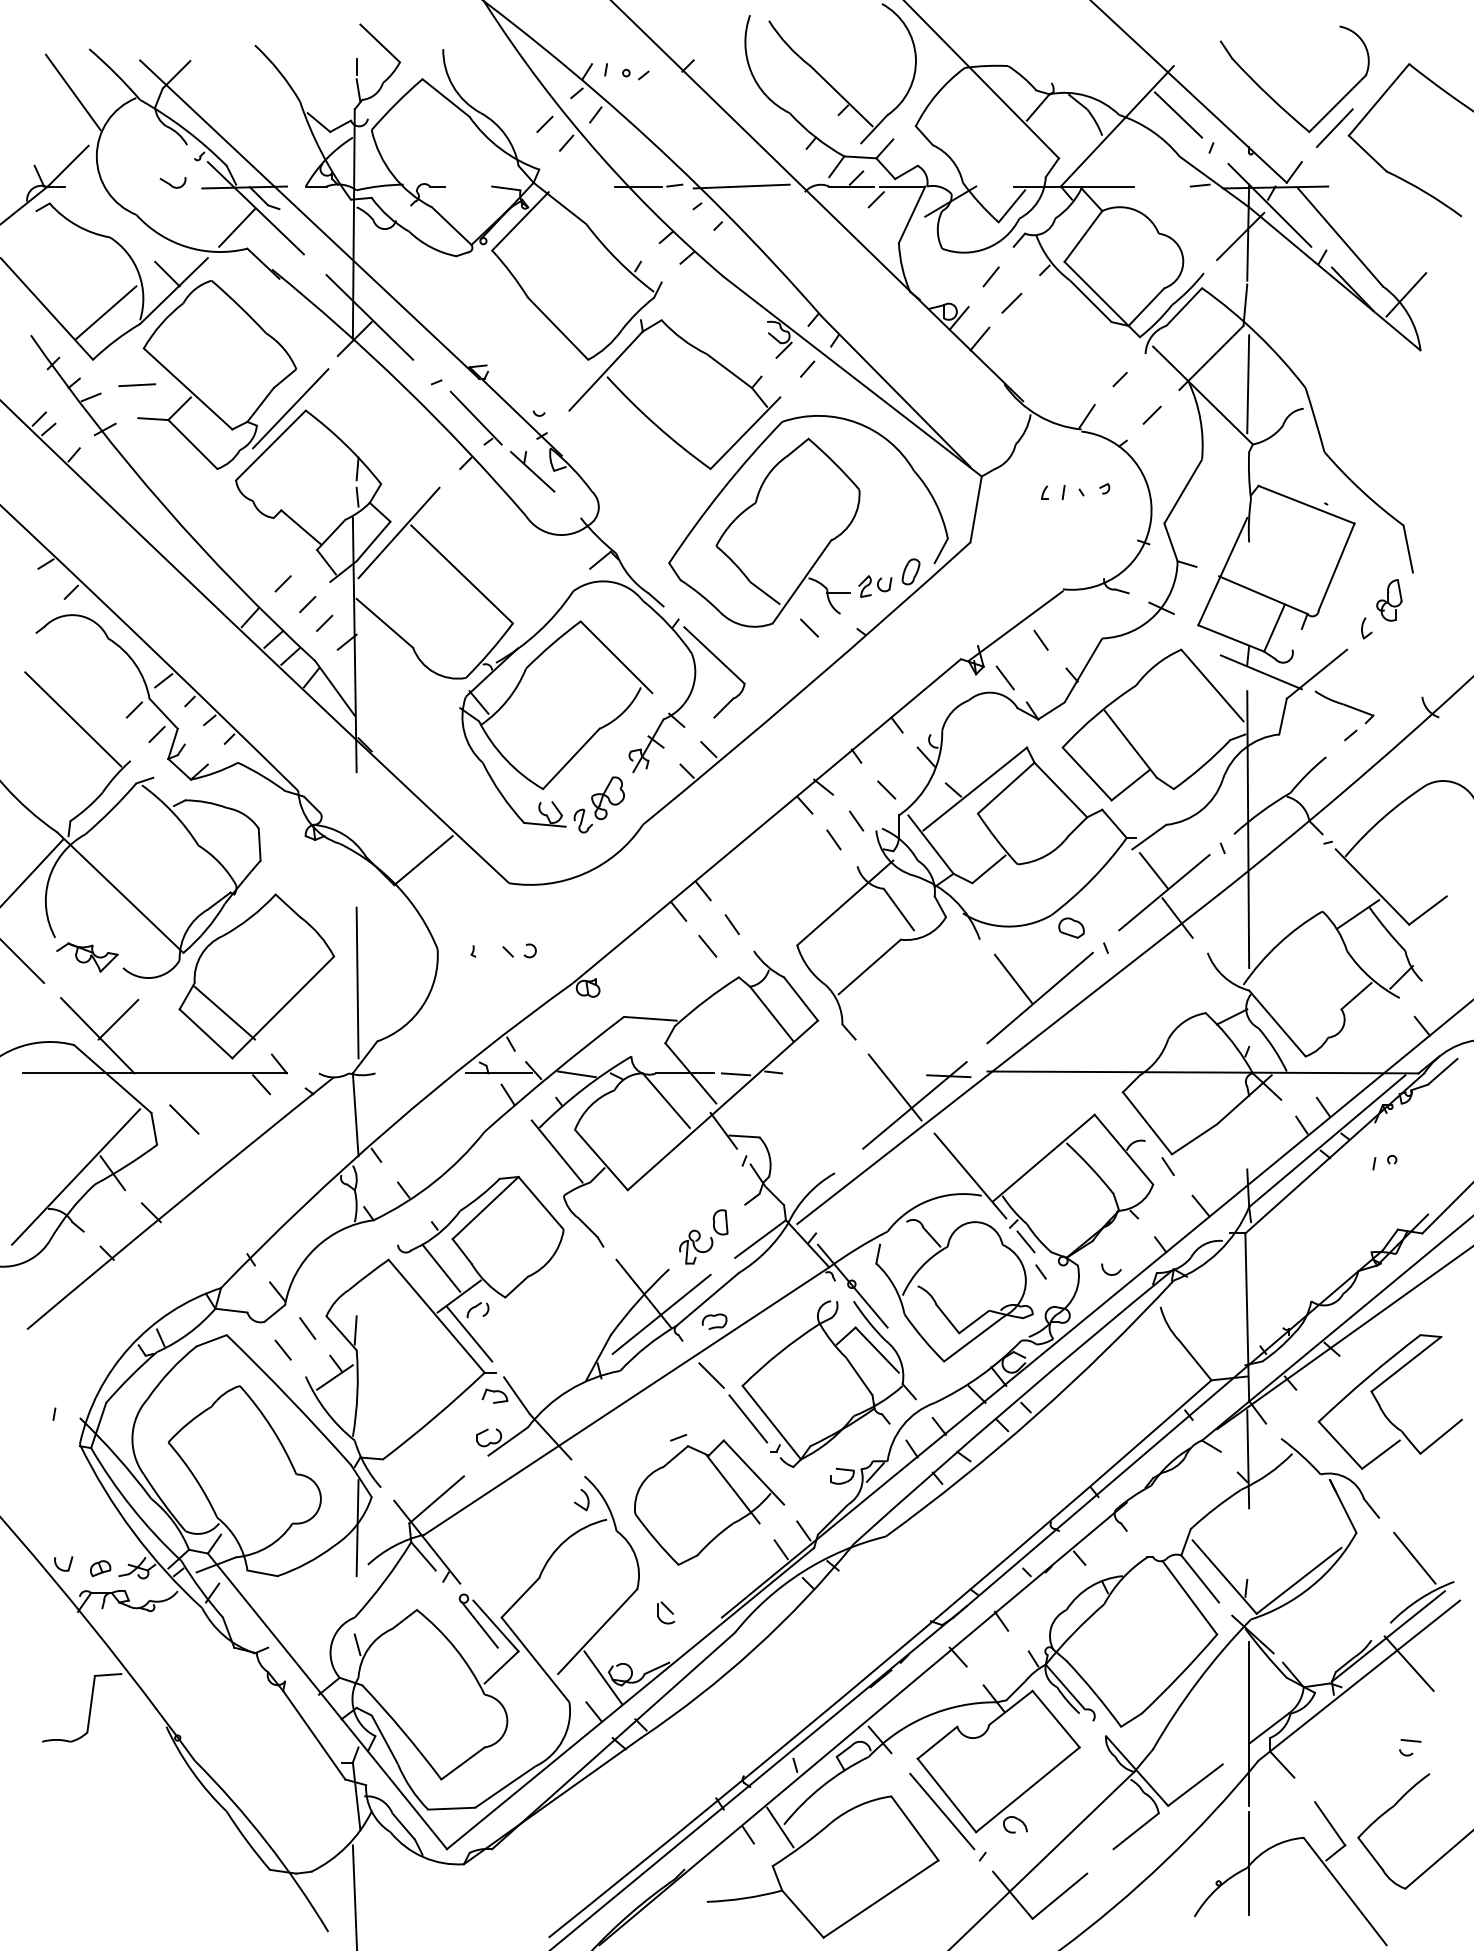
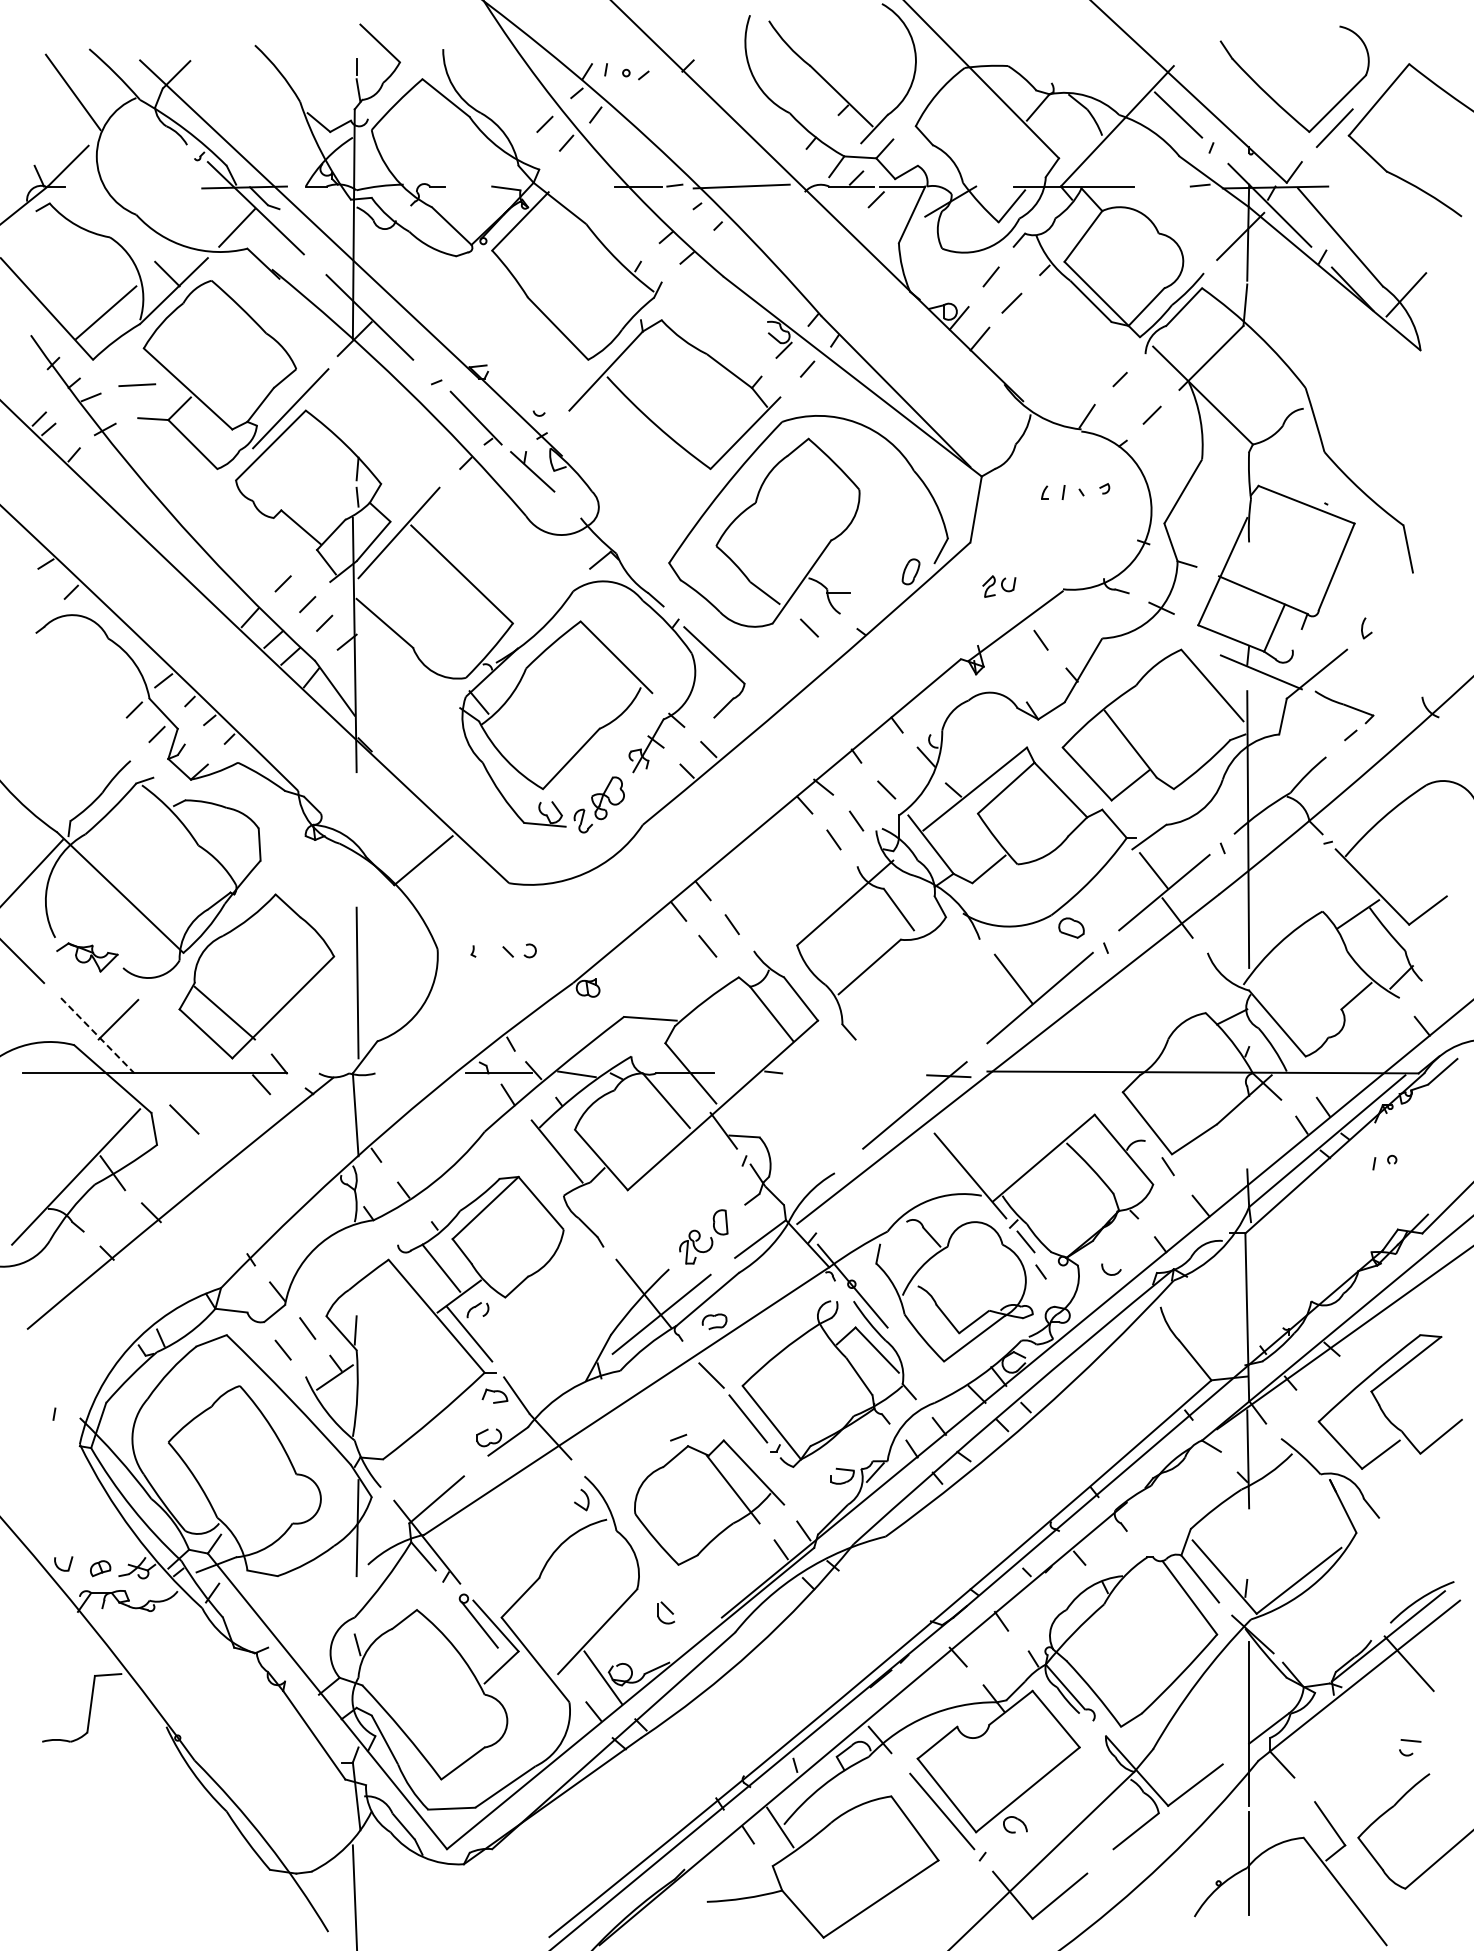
part at (172, 182): present -> none
line at (1248, 384): present -> none
part at (875, 586) position: (875, 586) -> (999, 586)
part at (1389, 600): present -> none
line at (1004, 677): present -> none
line at (73, 719): present -> none
line at (97, 1035): solid -> dashed
line at (735, 1074): present -> none
line at (894, 1087): present -> none
line at (1414, 1557): present -> none
